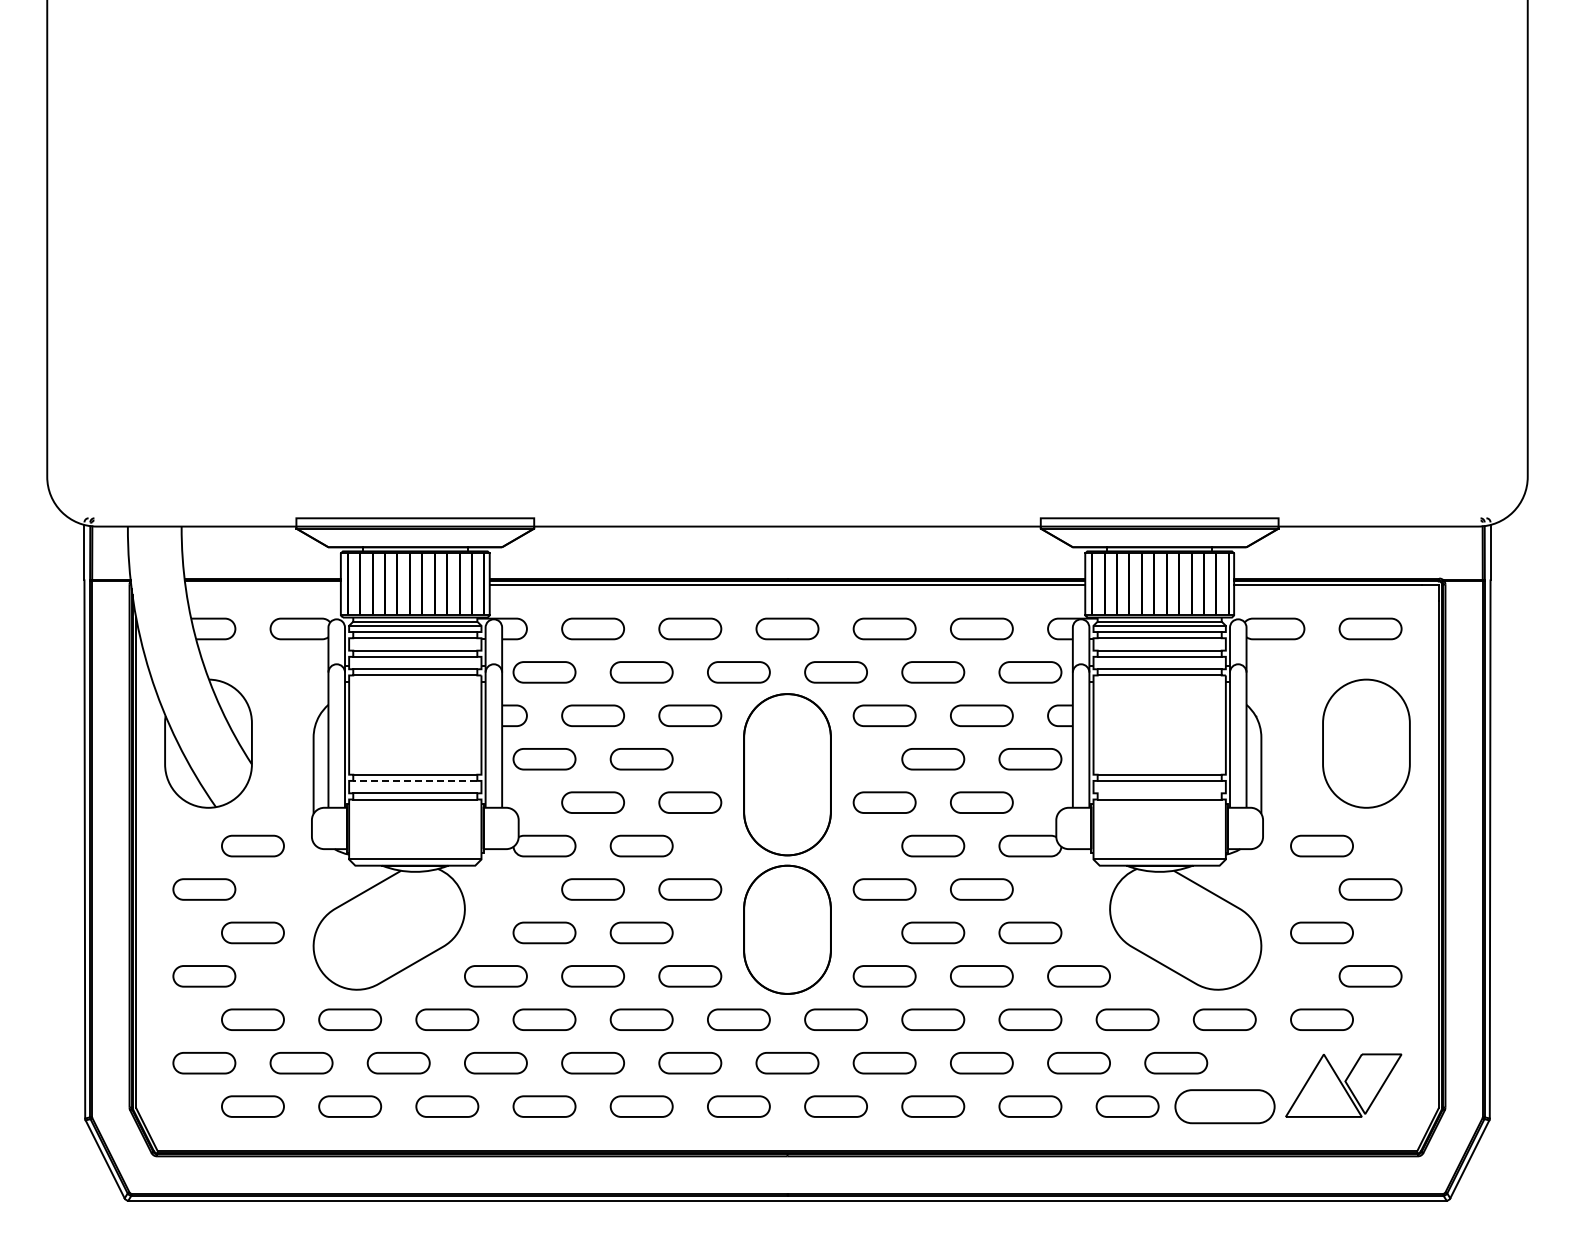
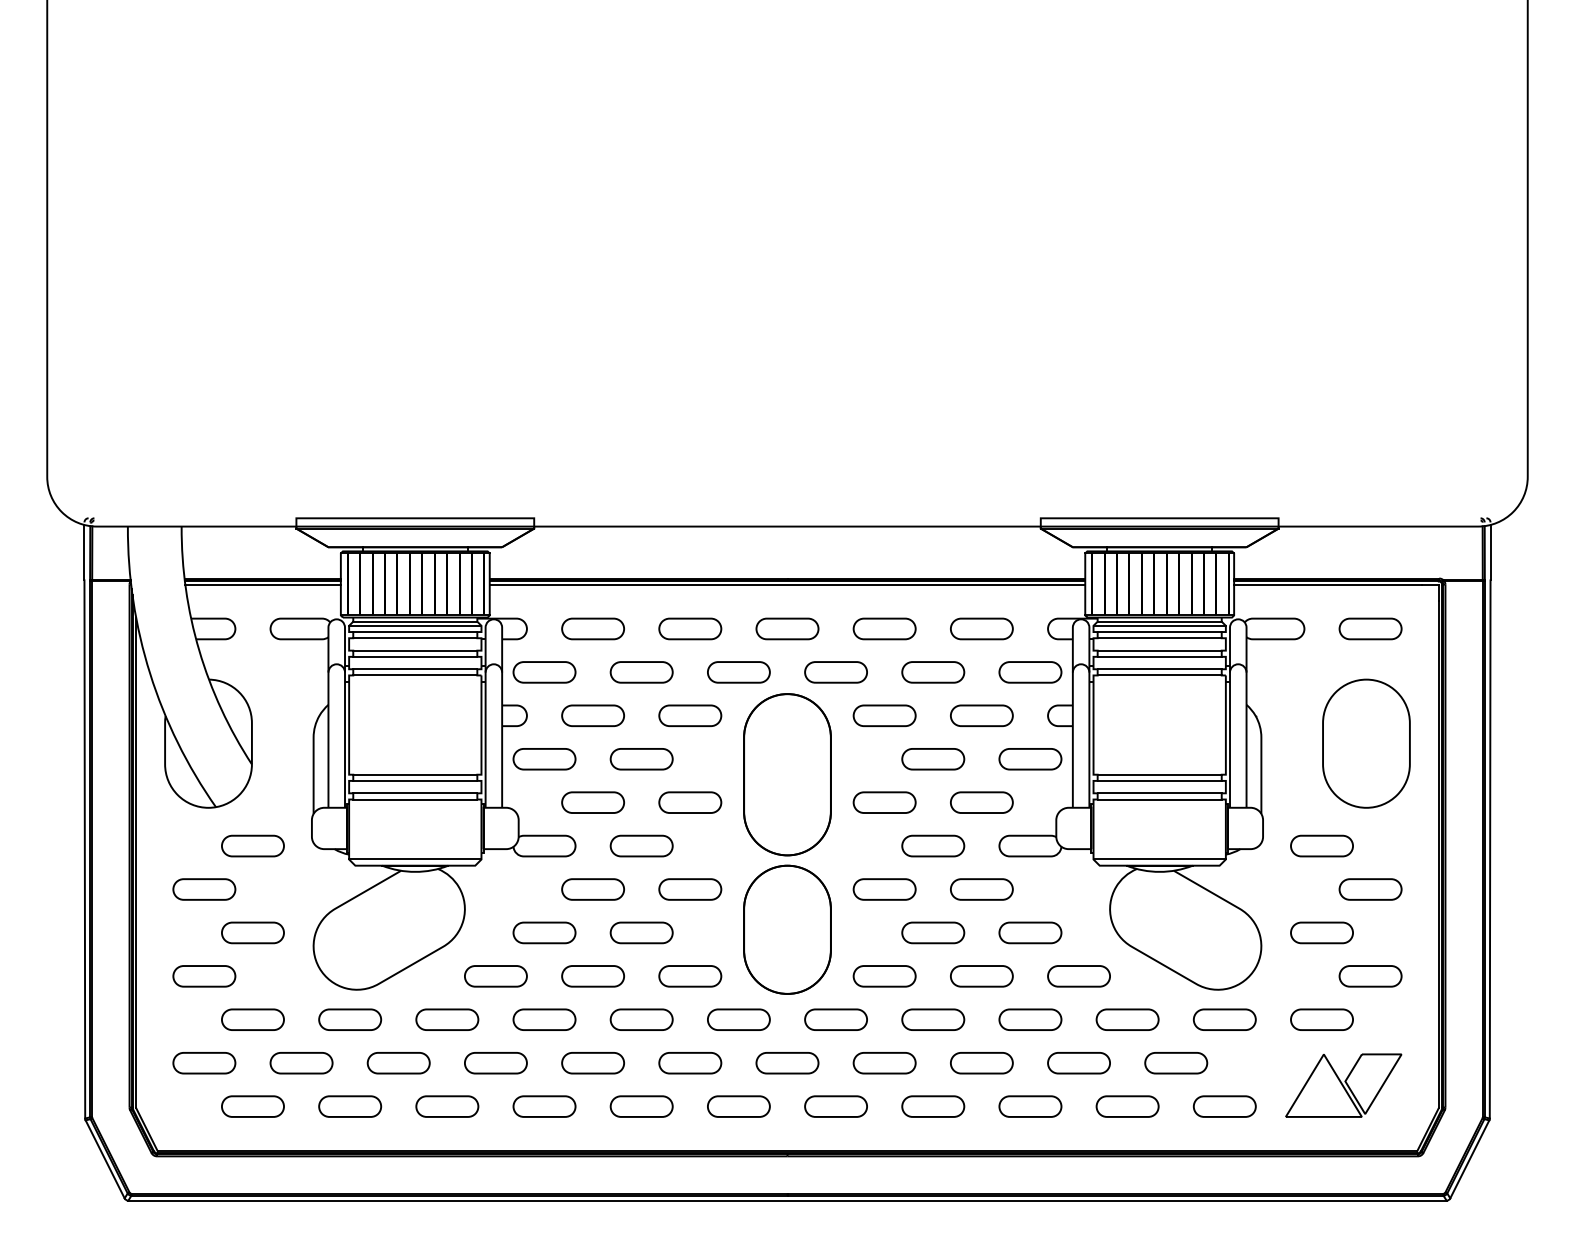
line at (262, 584): none -> present
line at (414, 780): dashed -> solid
line at (1159, 793): none -> present
part at (1224, 1106) size: 102x36 px -> 65x23 px
